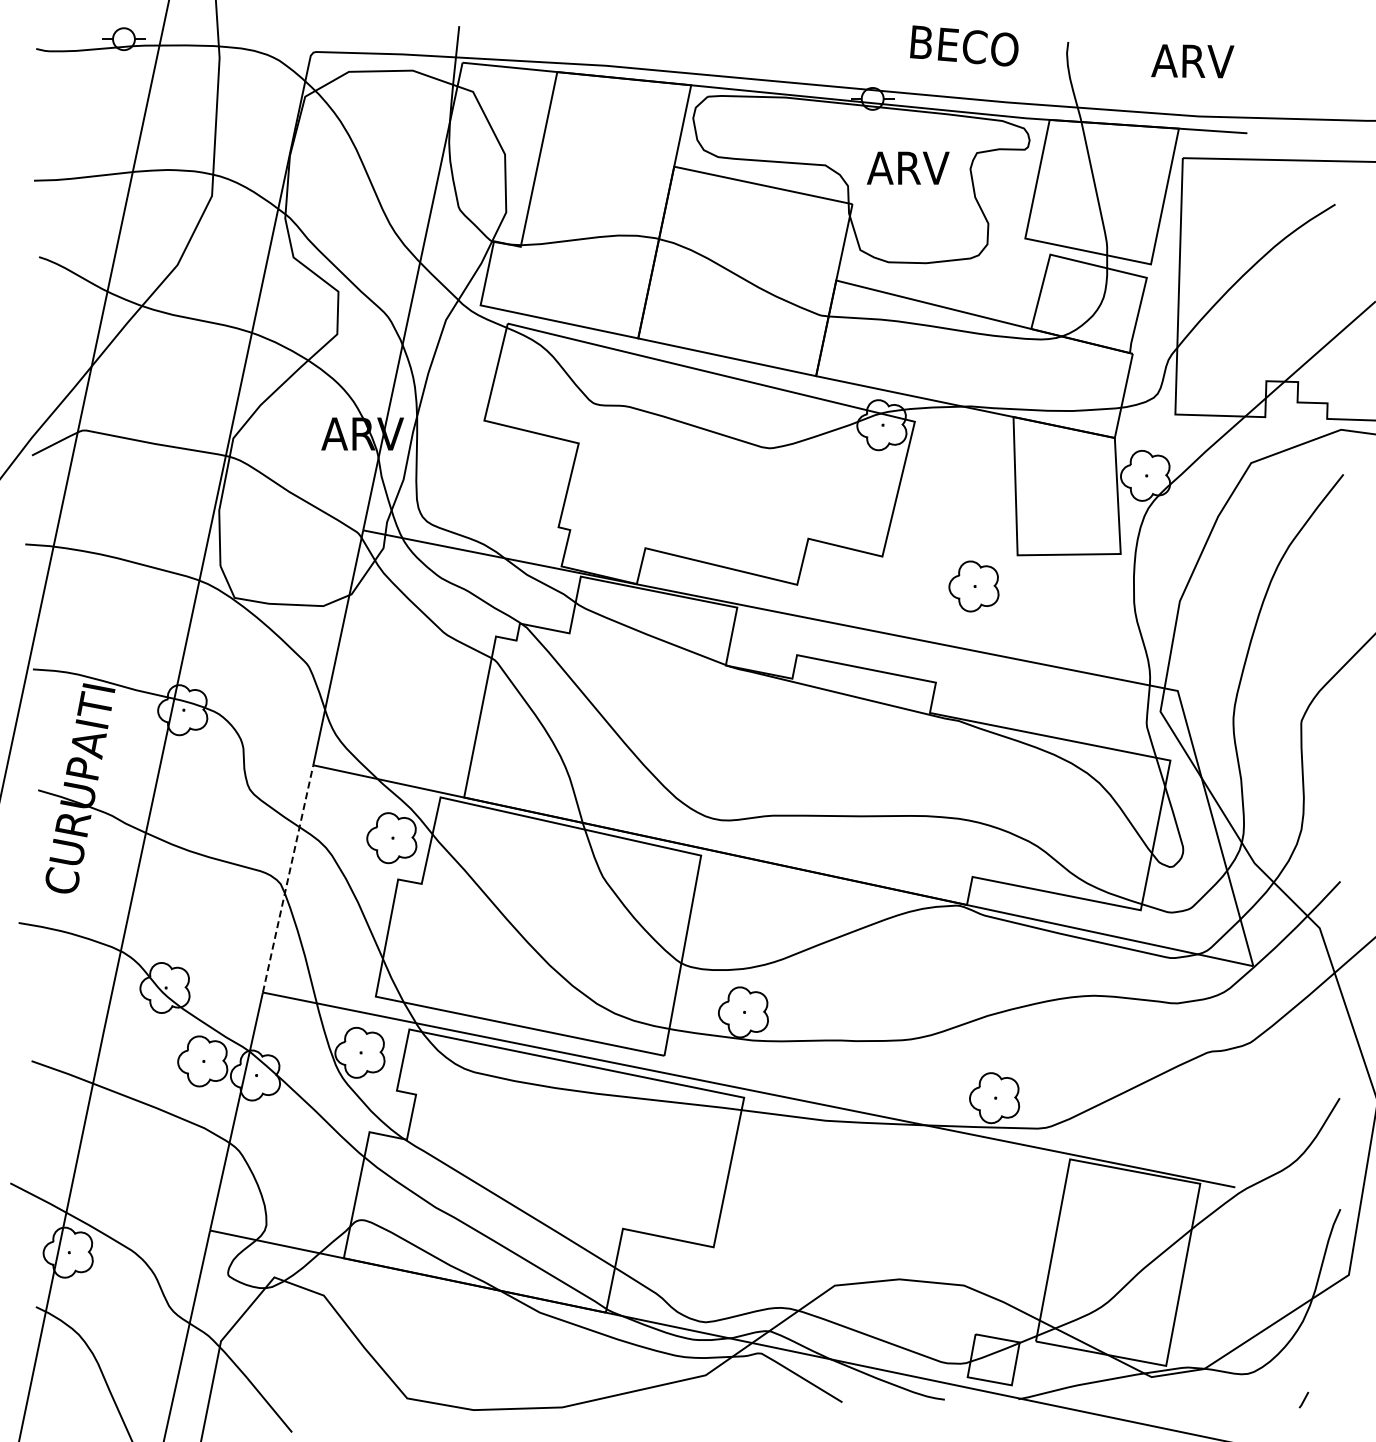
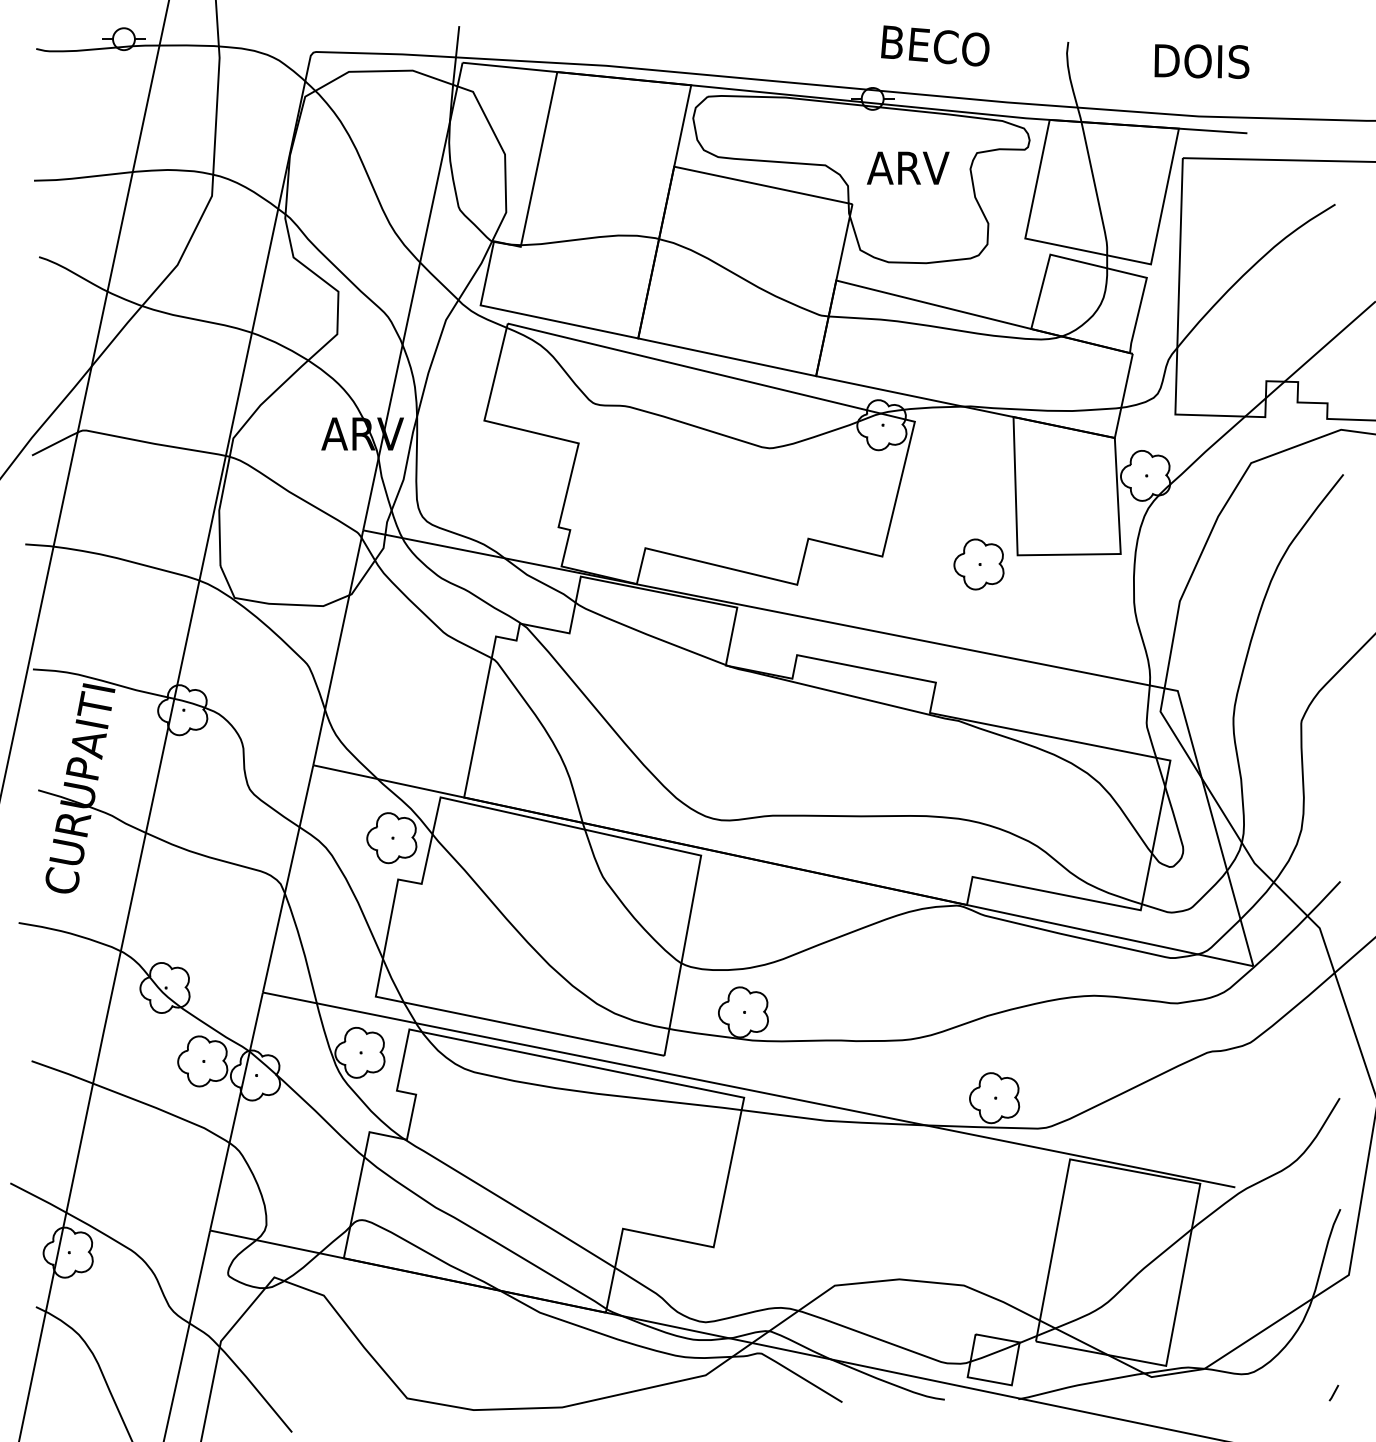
text at (964, 45) position: (964, 45) -> (935, 45)
text at (1200, 61): ARV -> DOIS
part at (973, 586) position: (973, 586) -> (978, 564)
line at (288, 878): dashed -> solid
line at (1303, 1399) position: (1303, 1399) -> (1333, 1392)
